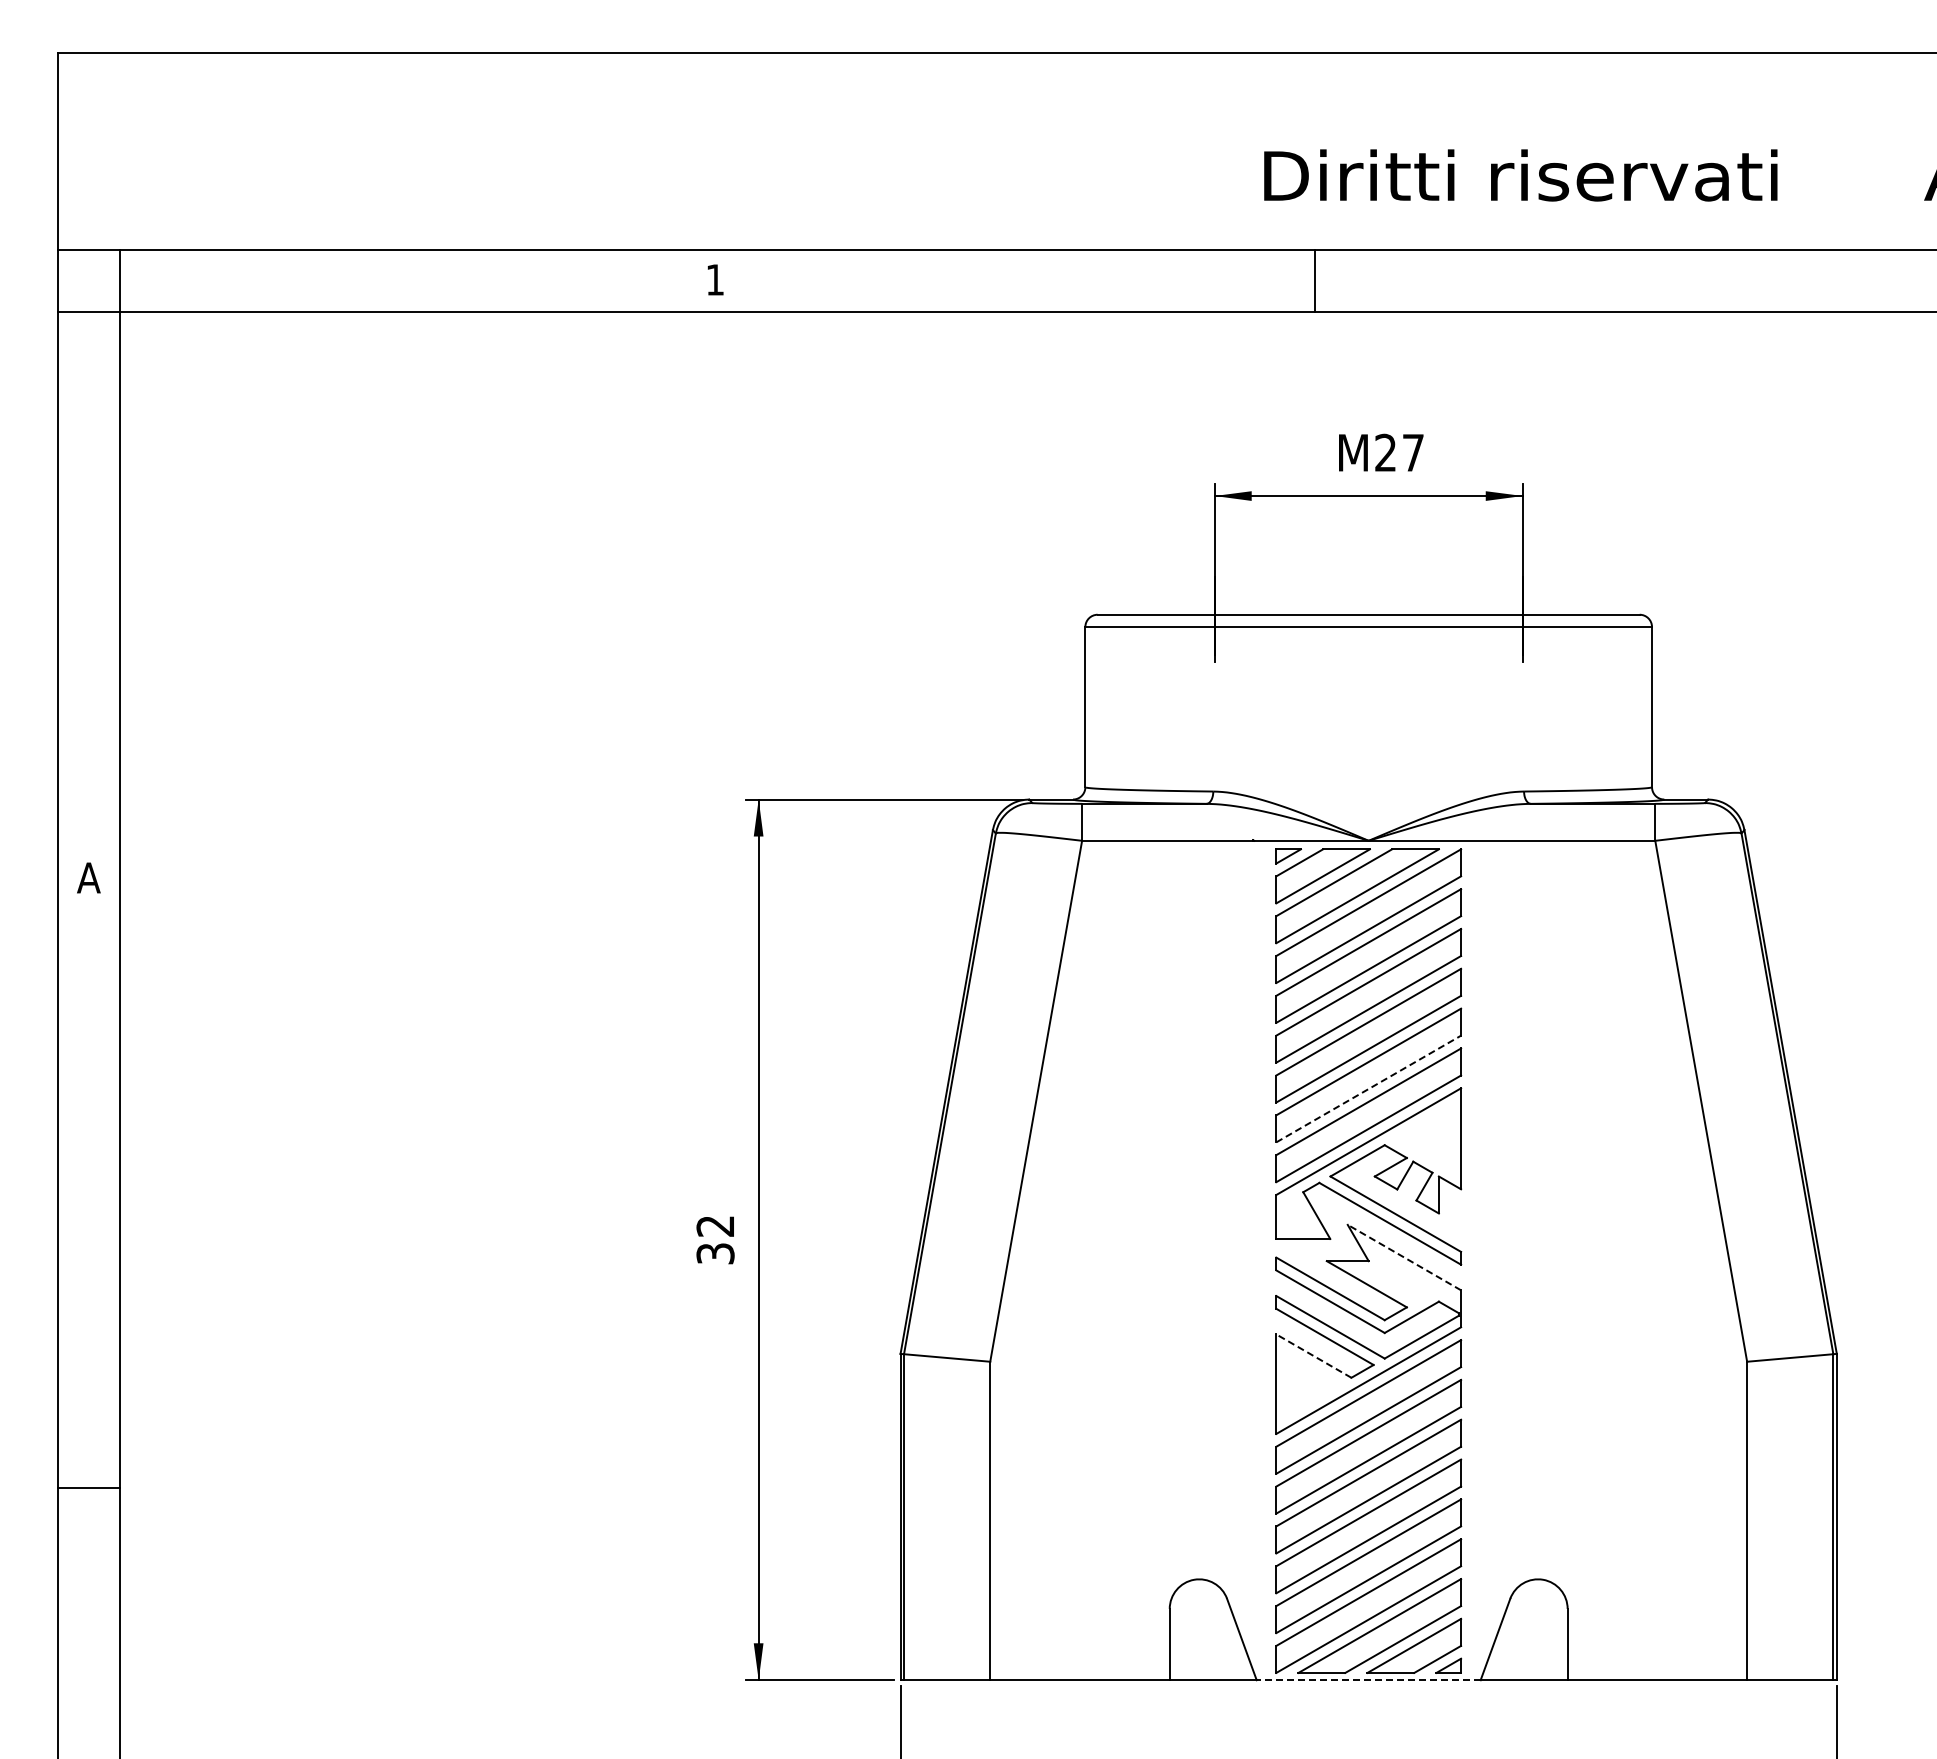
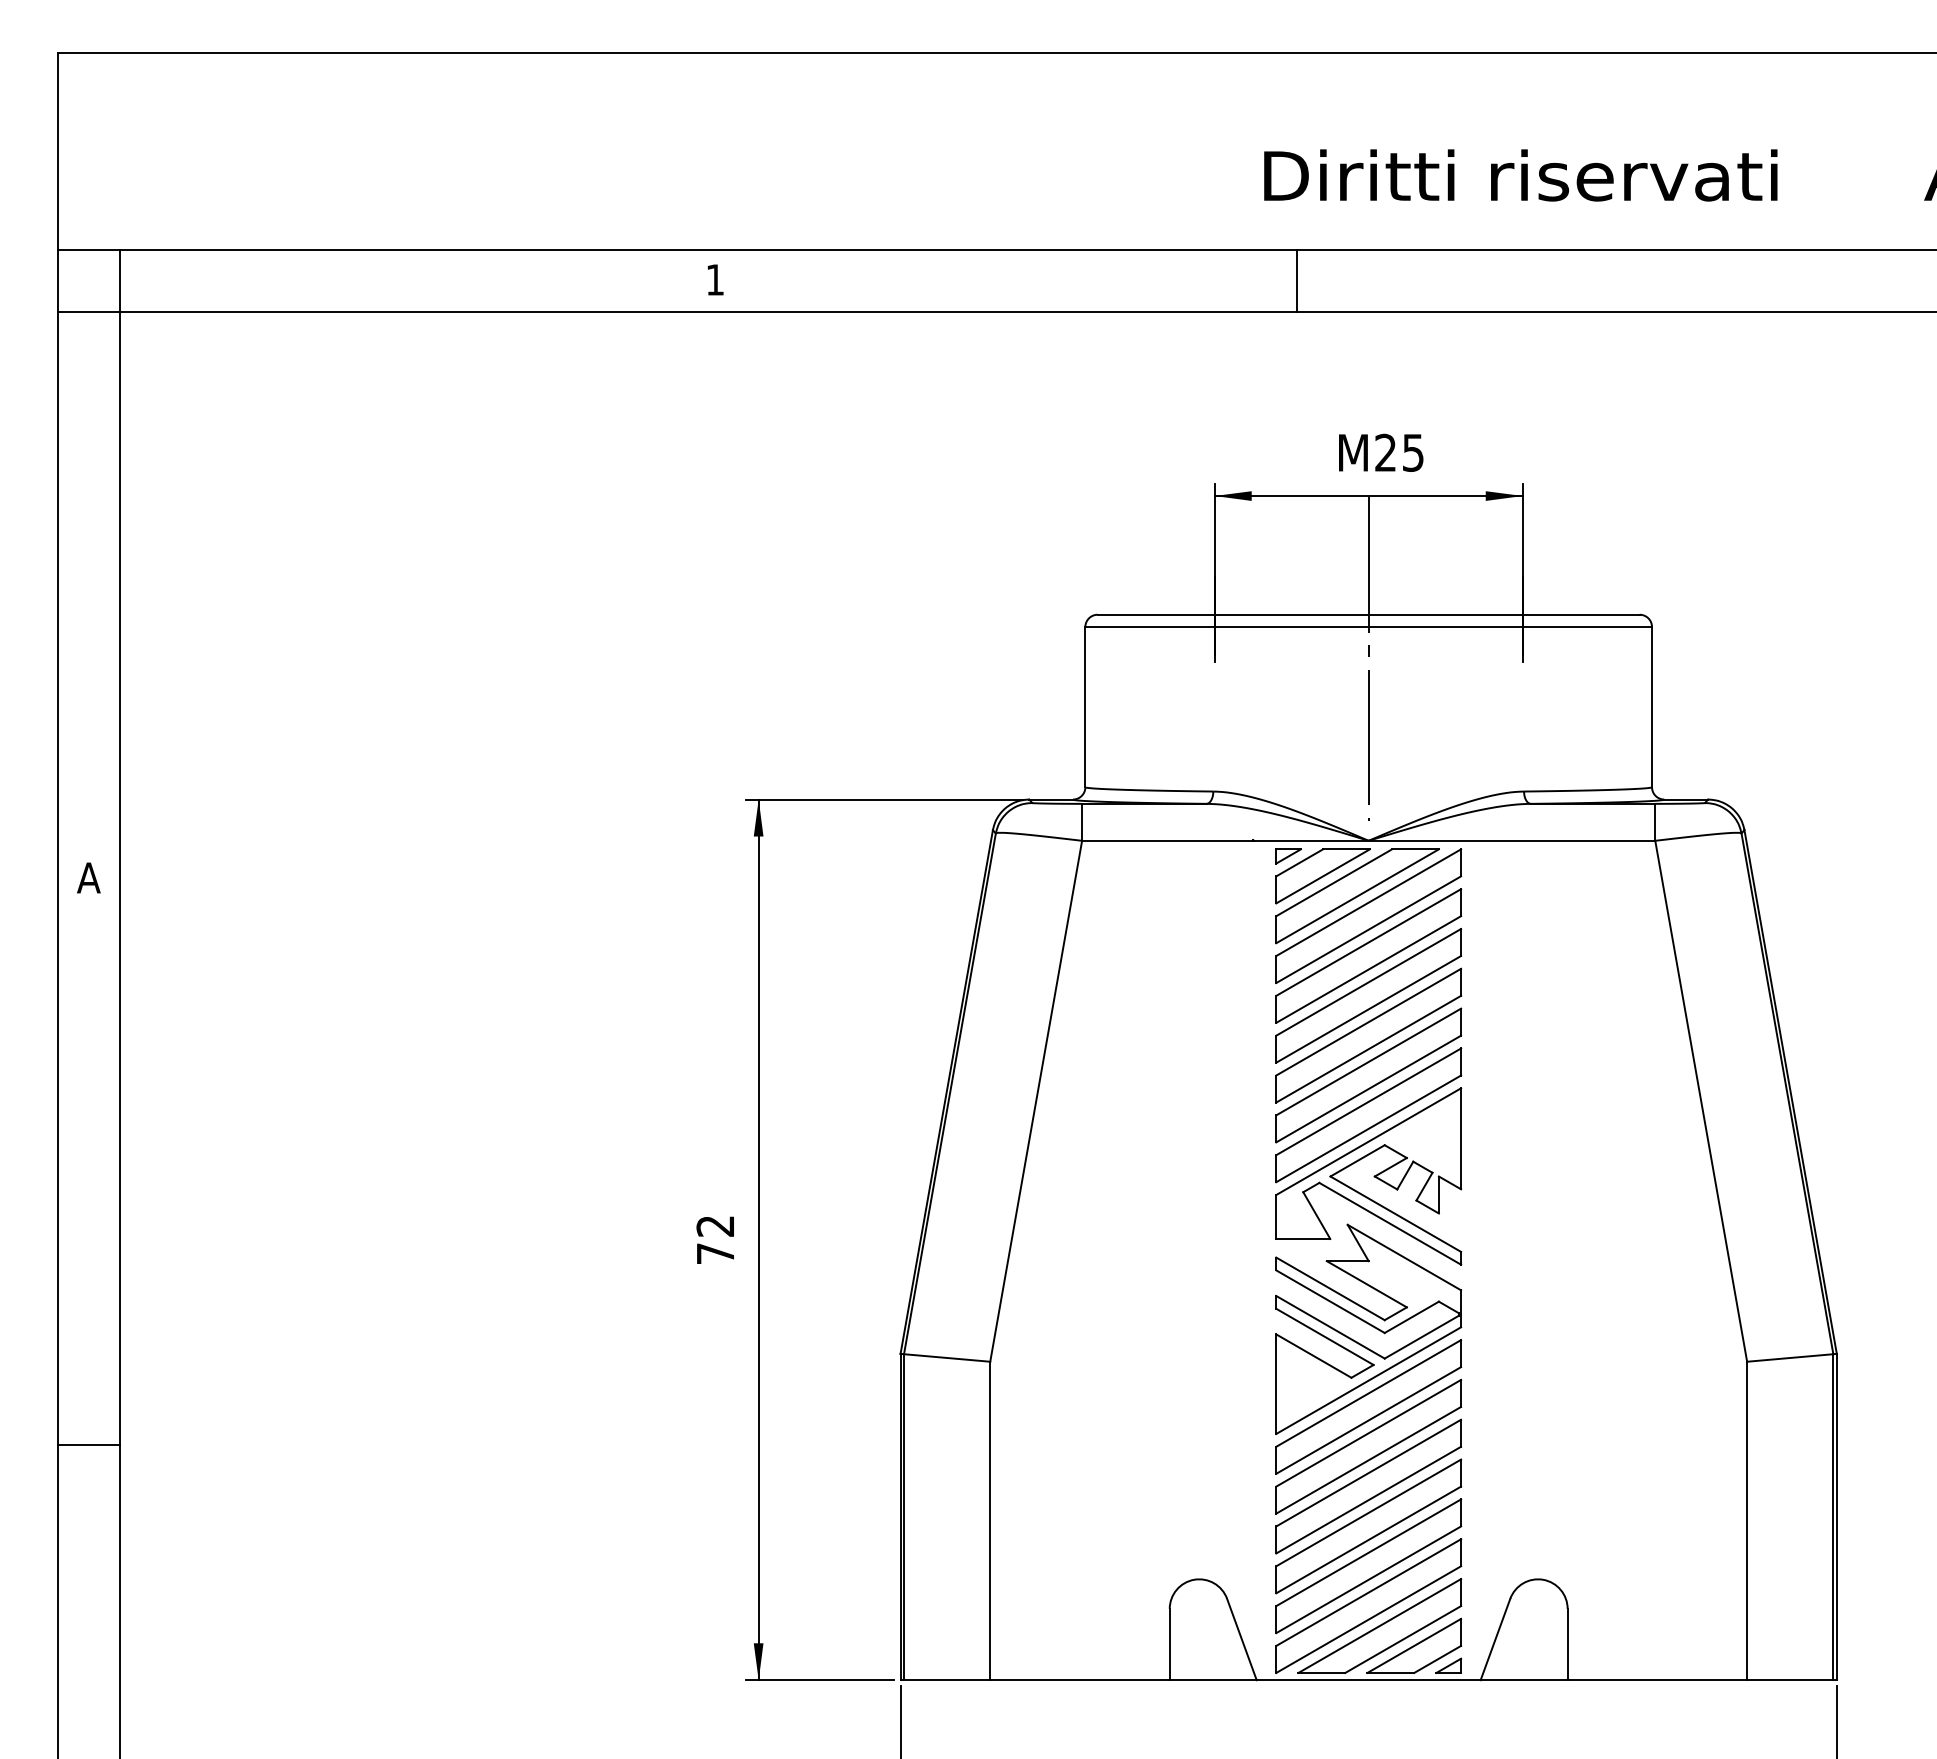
line at (1315, 280) position: (1315, 280) -> (1297, 280)
text at (1413, 452): 27 -> 25
line at (1368, 659): none -> present
line at (1368, 1089): dashed -> solid
text at (715, 1253): 32 -> 72
line at (1403, 1257): dashed -> solid
line at (1313, 1355): dashed -> solid
line at (88, 1487) position: (88, 1487) -> (88, 1444)
line at (1368, 1680): dashed -> solid
